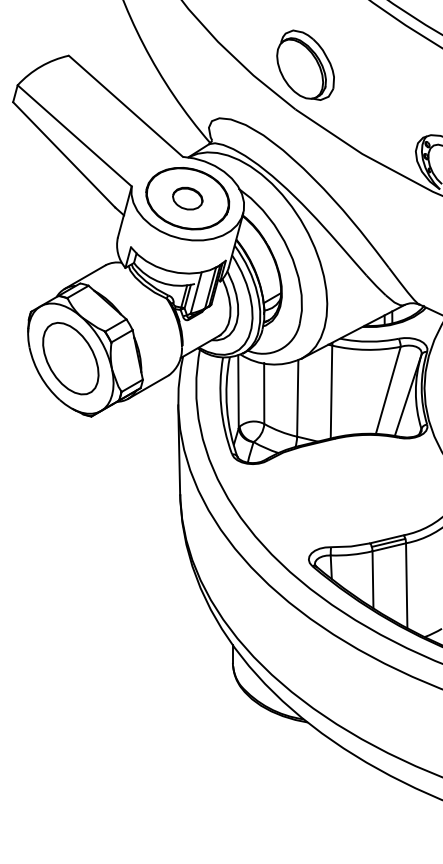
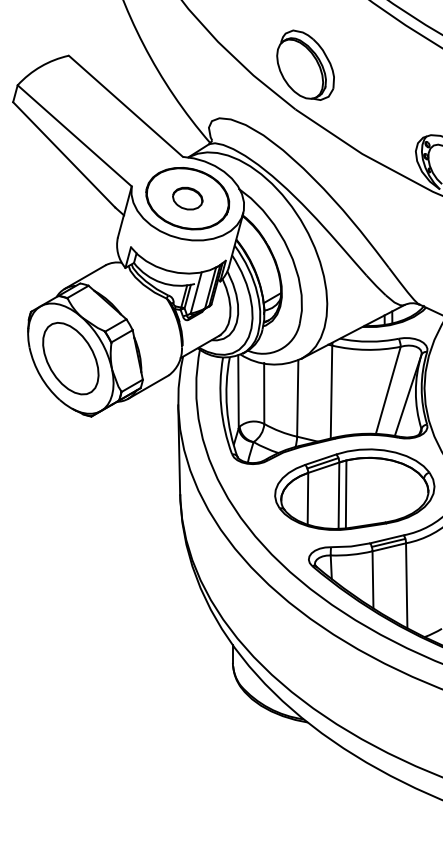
part at (354, 489): none -> present
